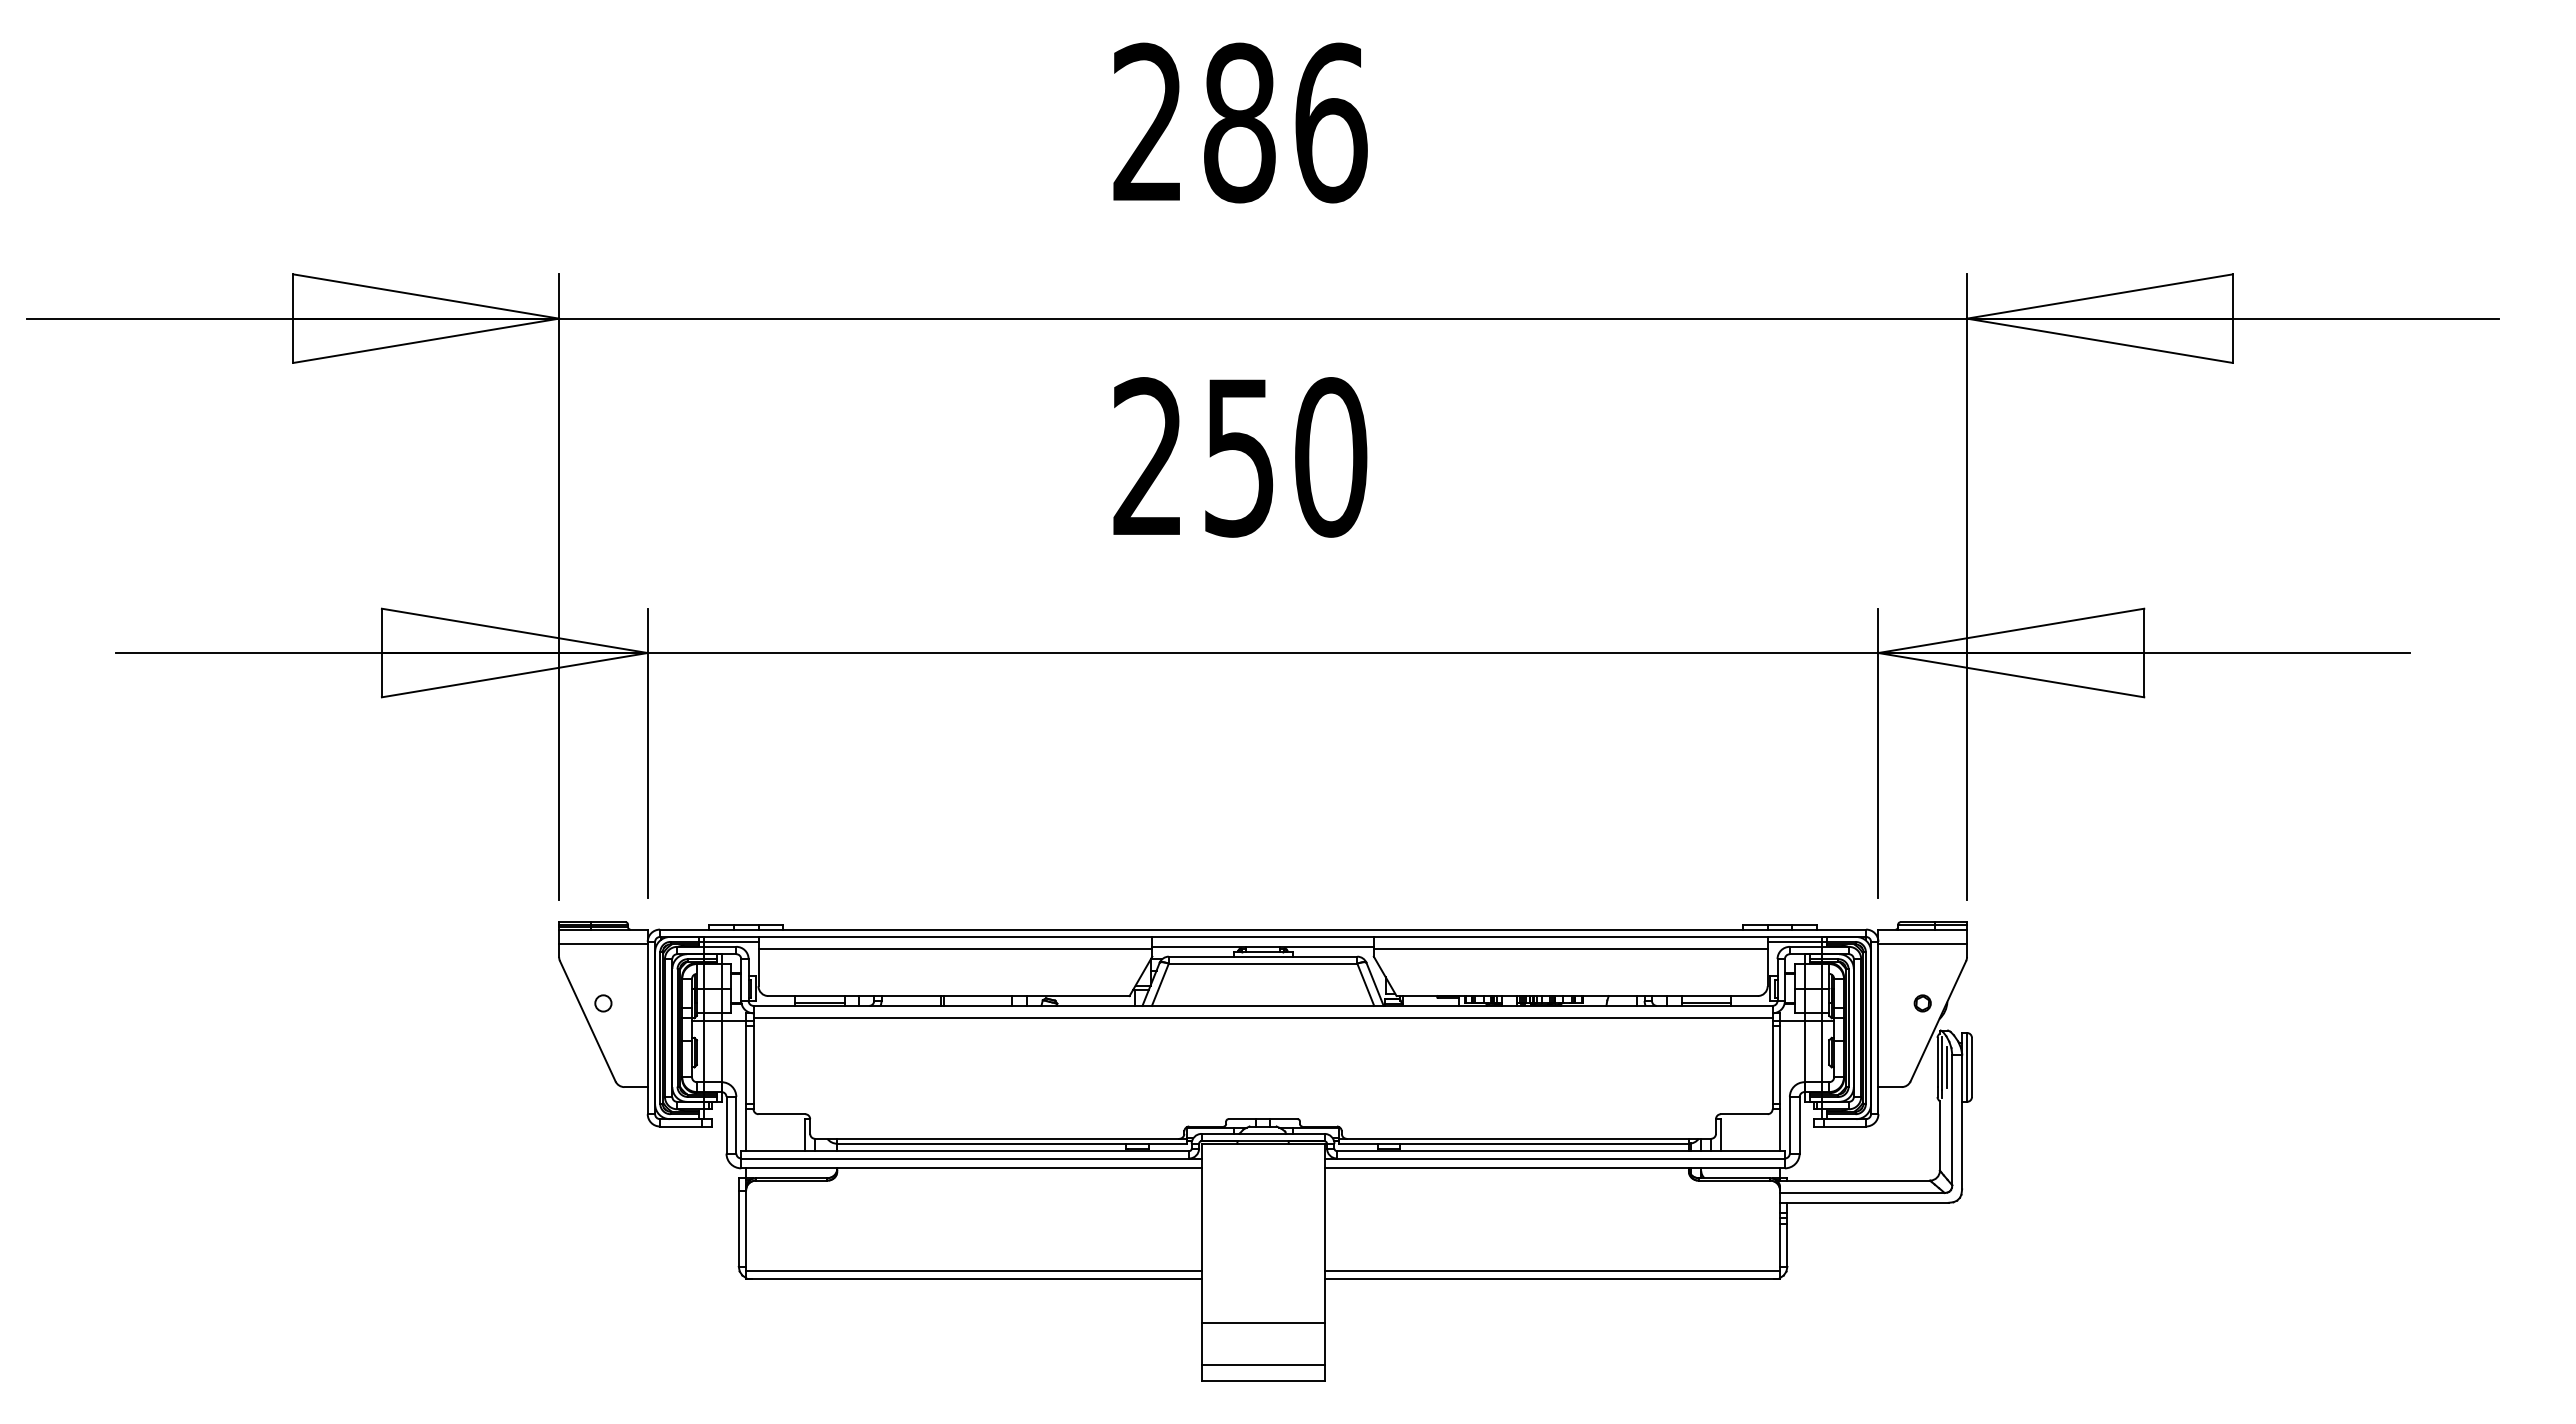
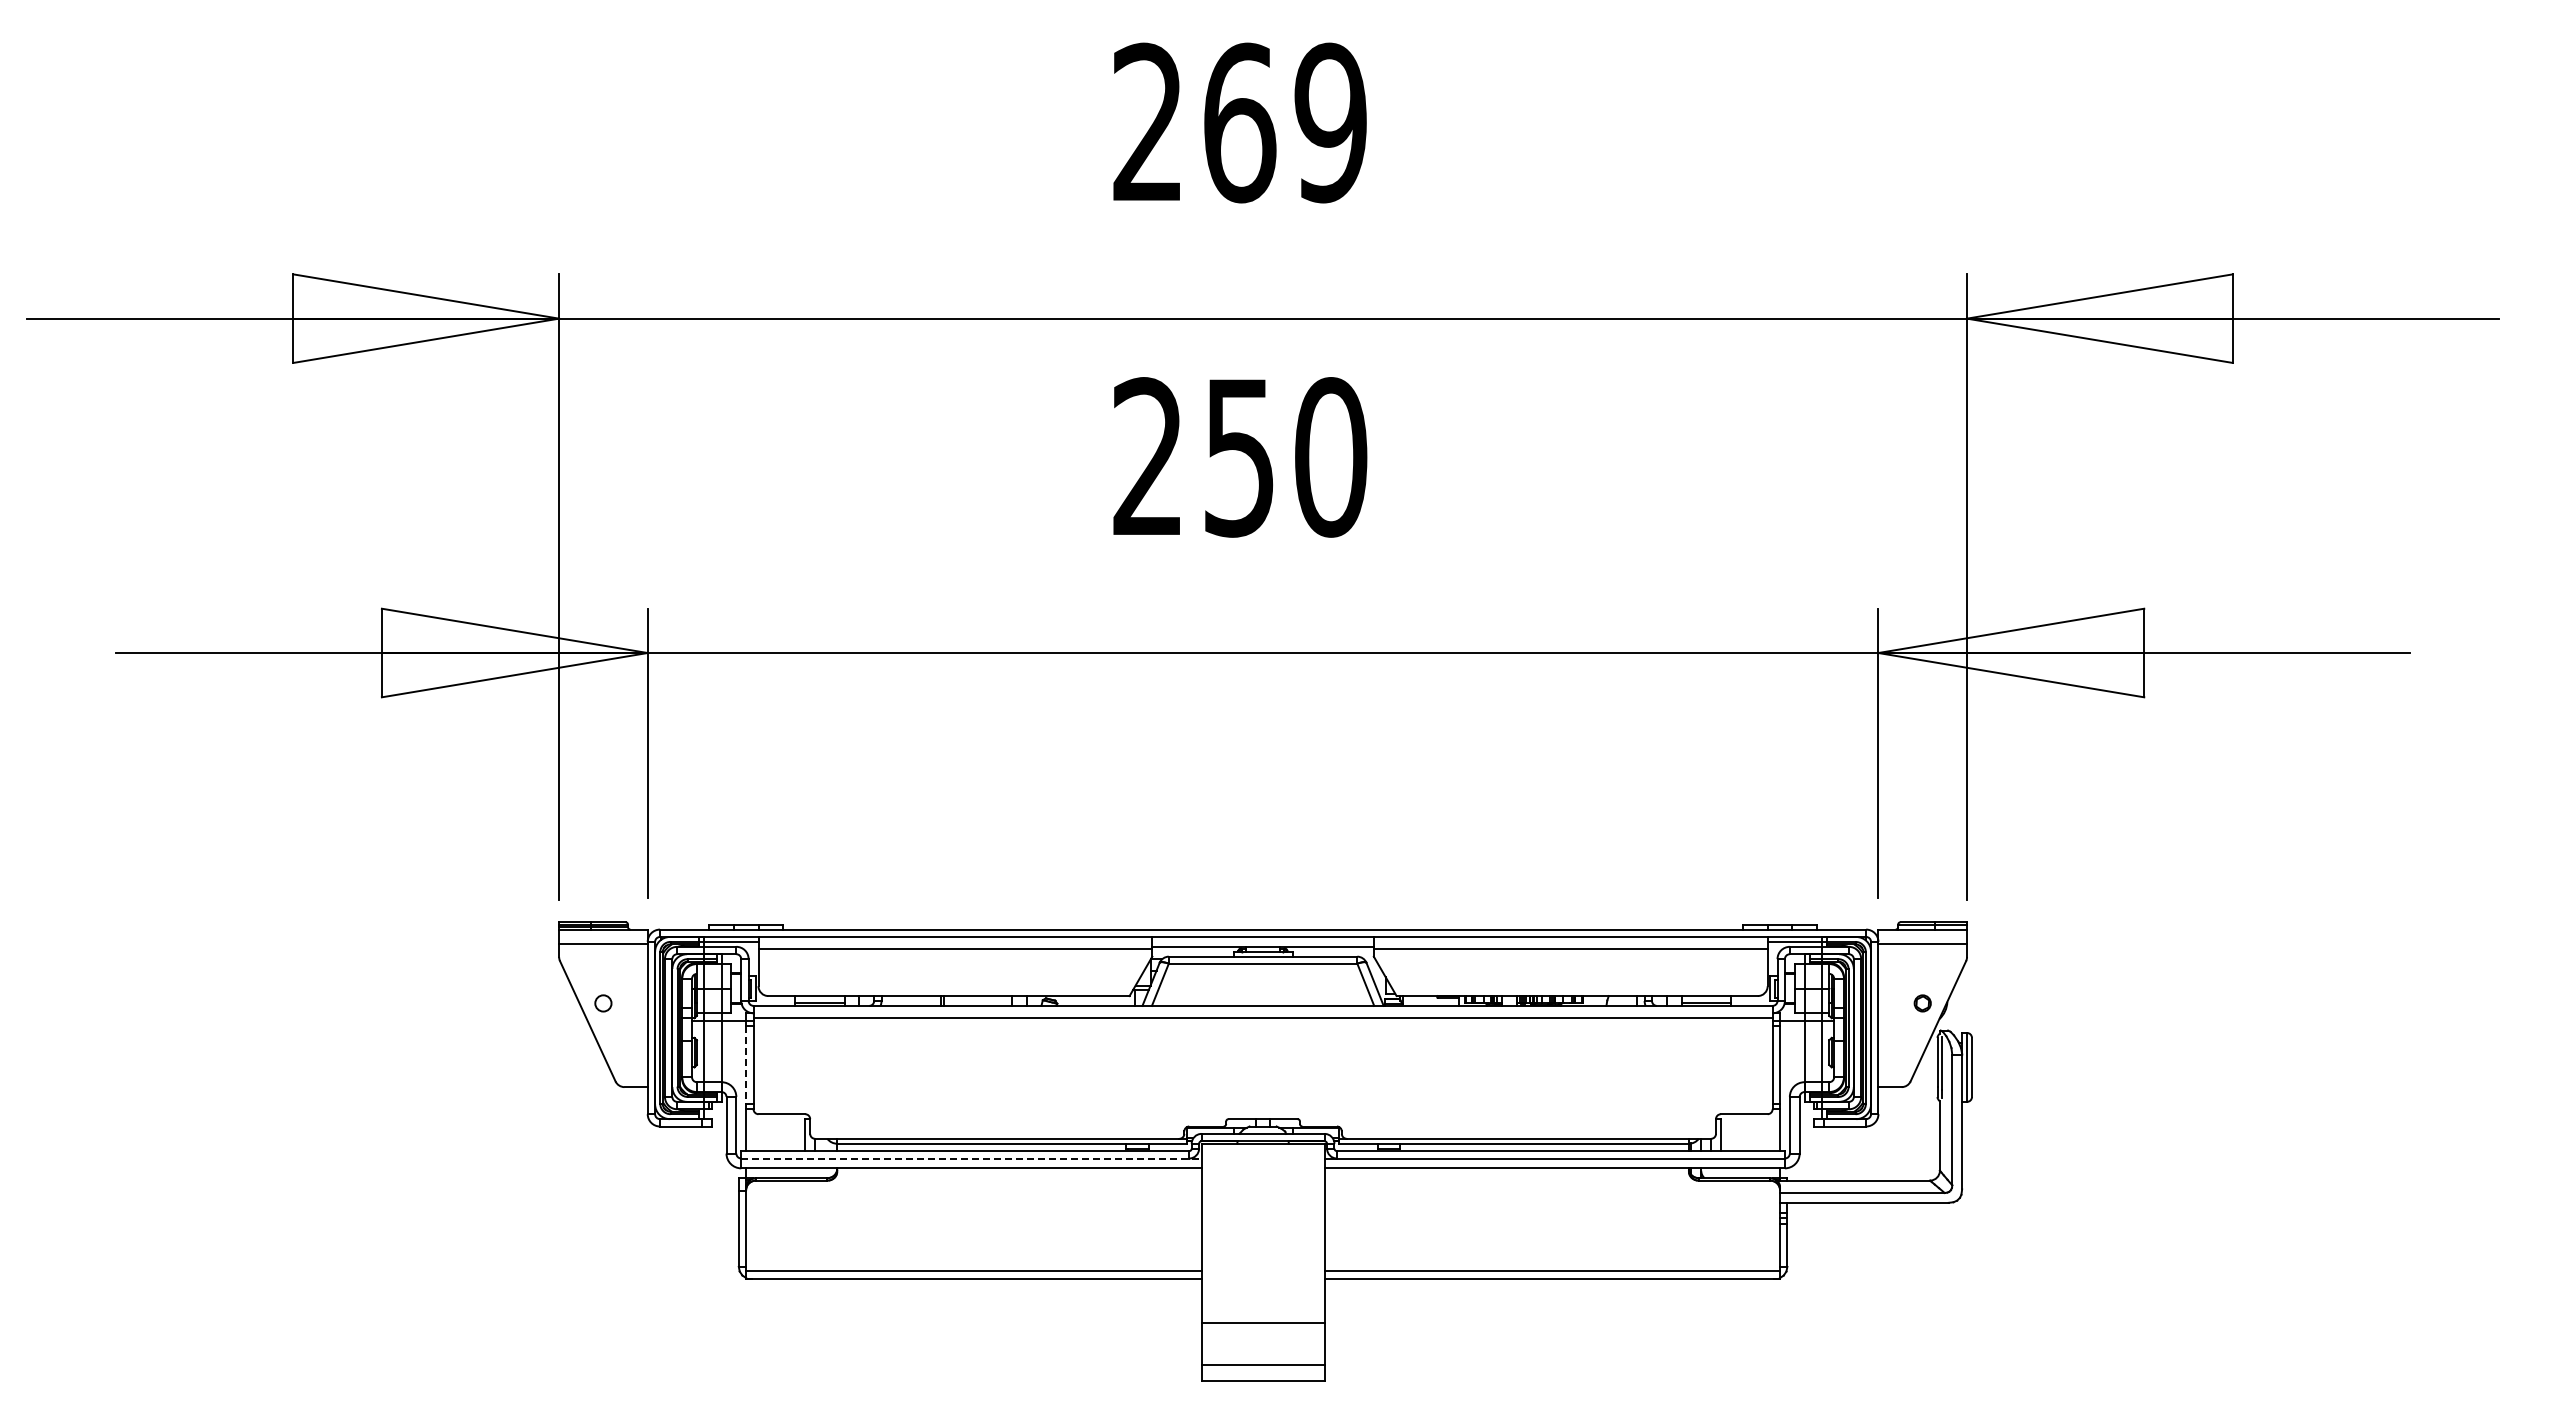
text at (1285, 122): 286 -> 269
line at (746, 1065): solid -> dashed
line at (1947, 1067): present -> none
line at (971, 1158): solid -> dashed
